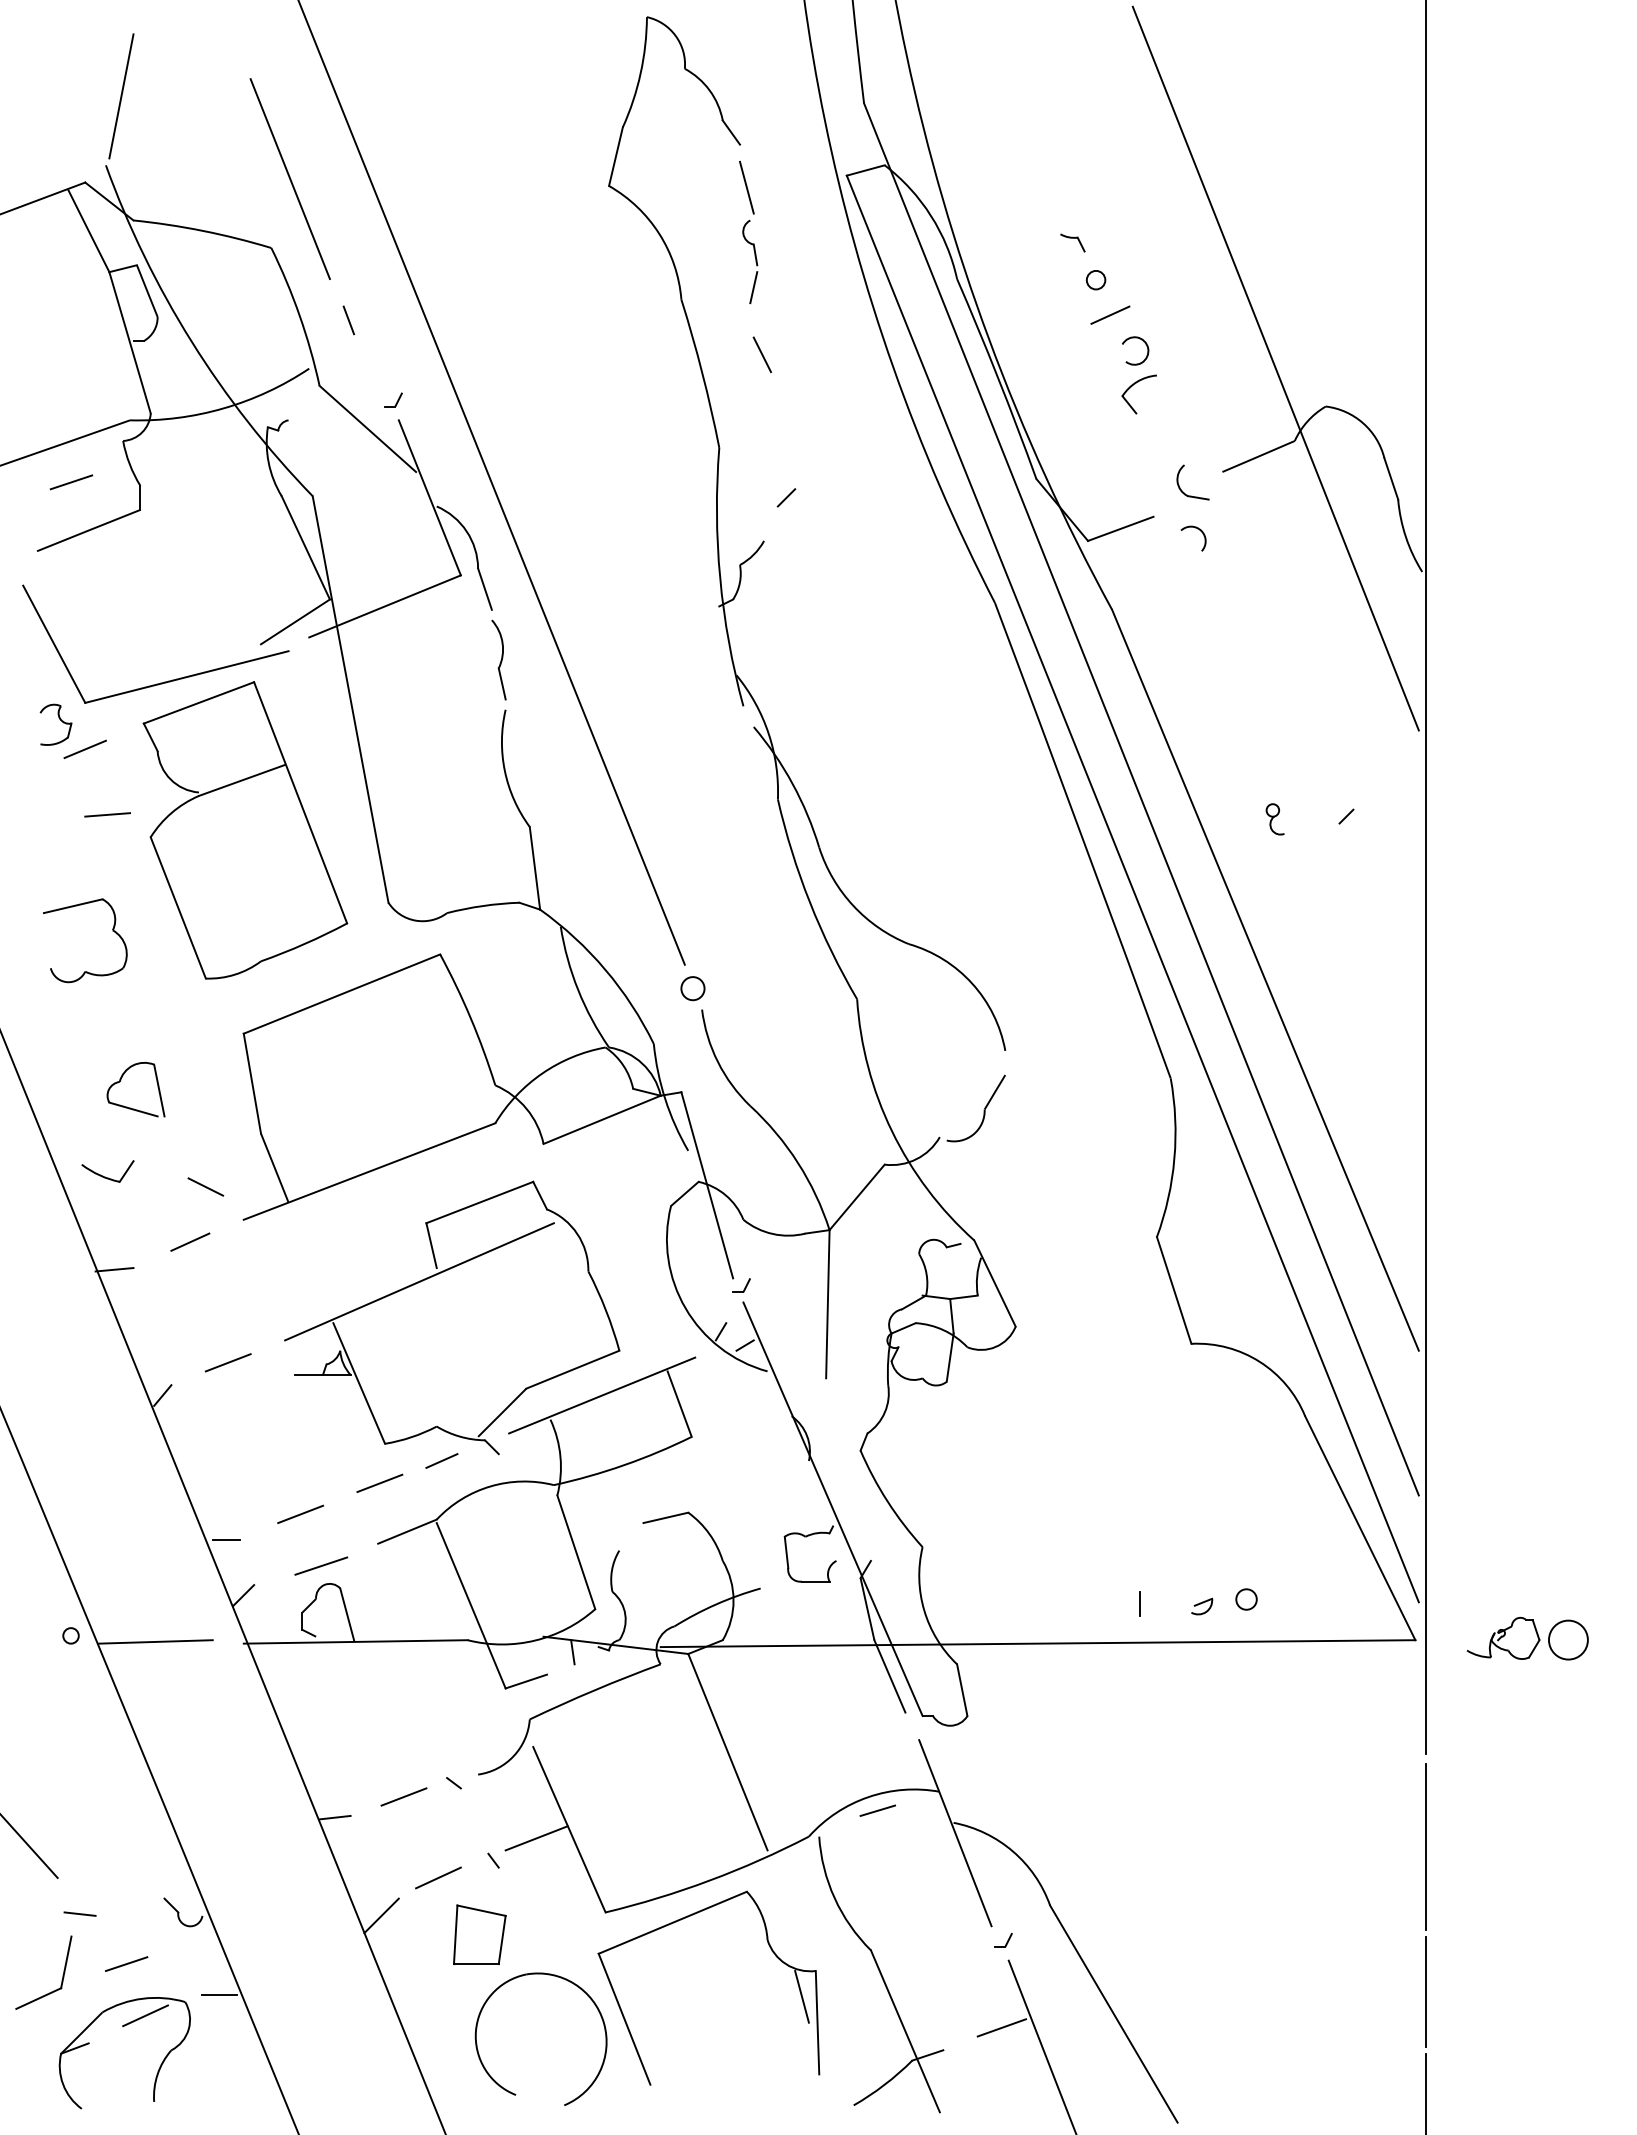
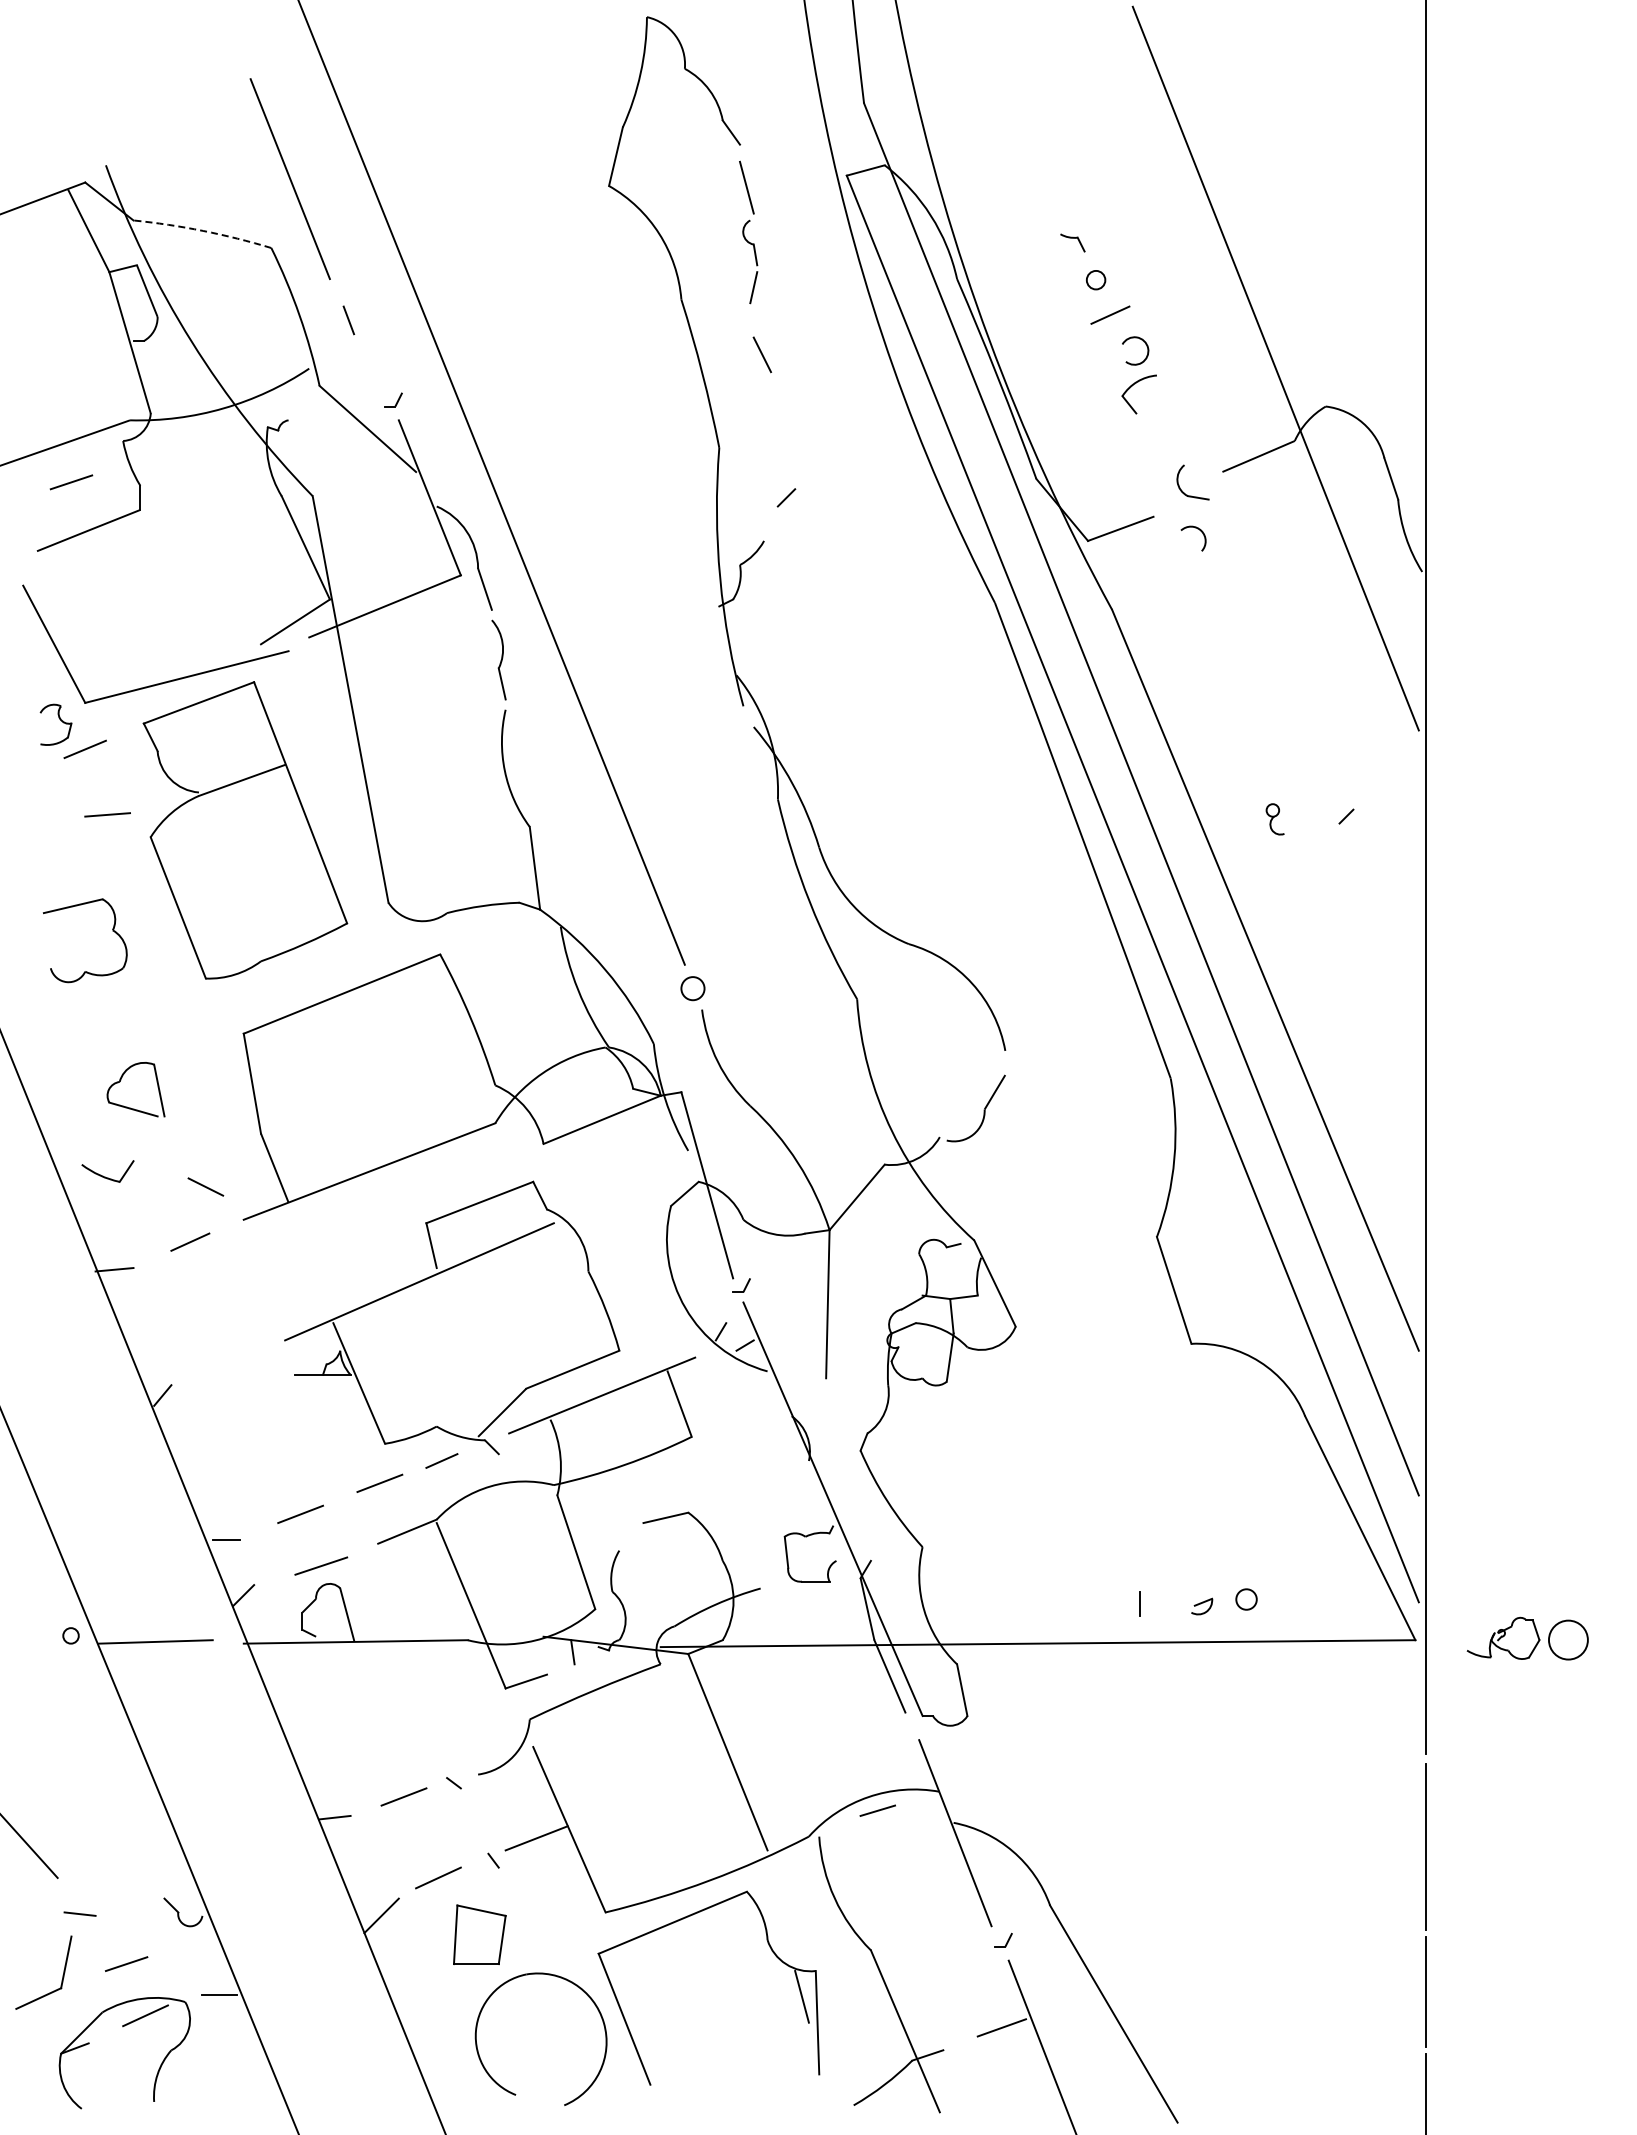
line at (121, 96): present -> none
arc at (203, 230): solid -> dashed
line at (227, 1362): present -> none
